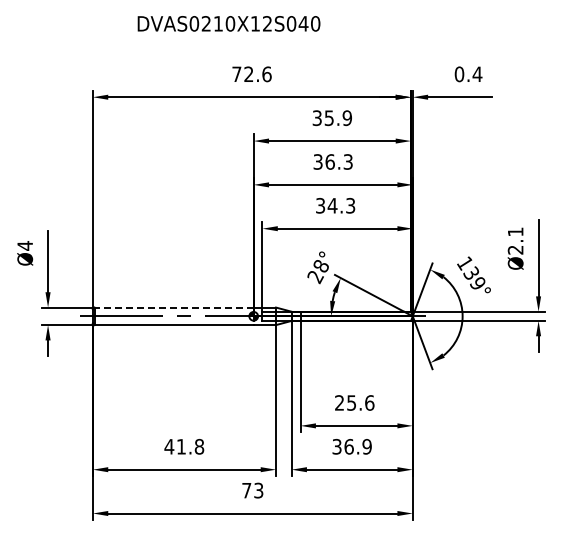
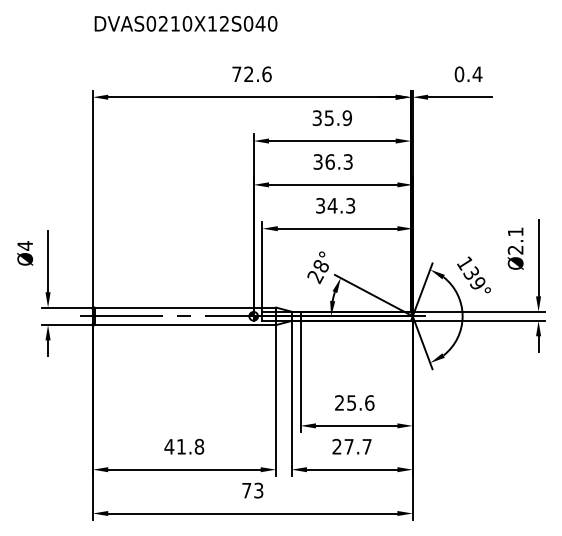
text at (228, 23) position: (228, 23) -> (185, 23)
line at (174, 307): dashed -> solid
text at (351, 446): 36.9 -> 27.7
